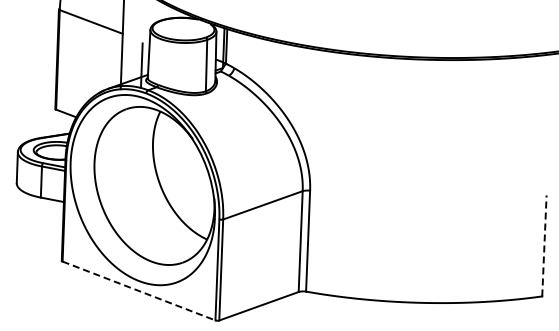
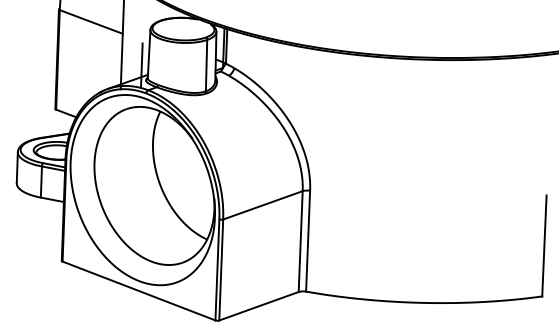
line at (544, 245): dashed -> solid
line at (139, 291): dashed -> solid
